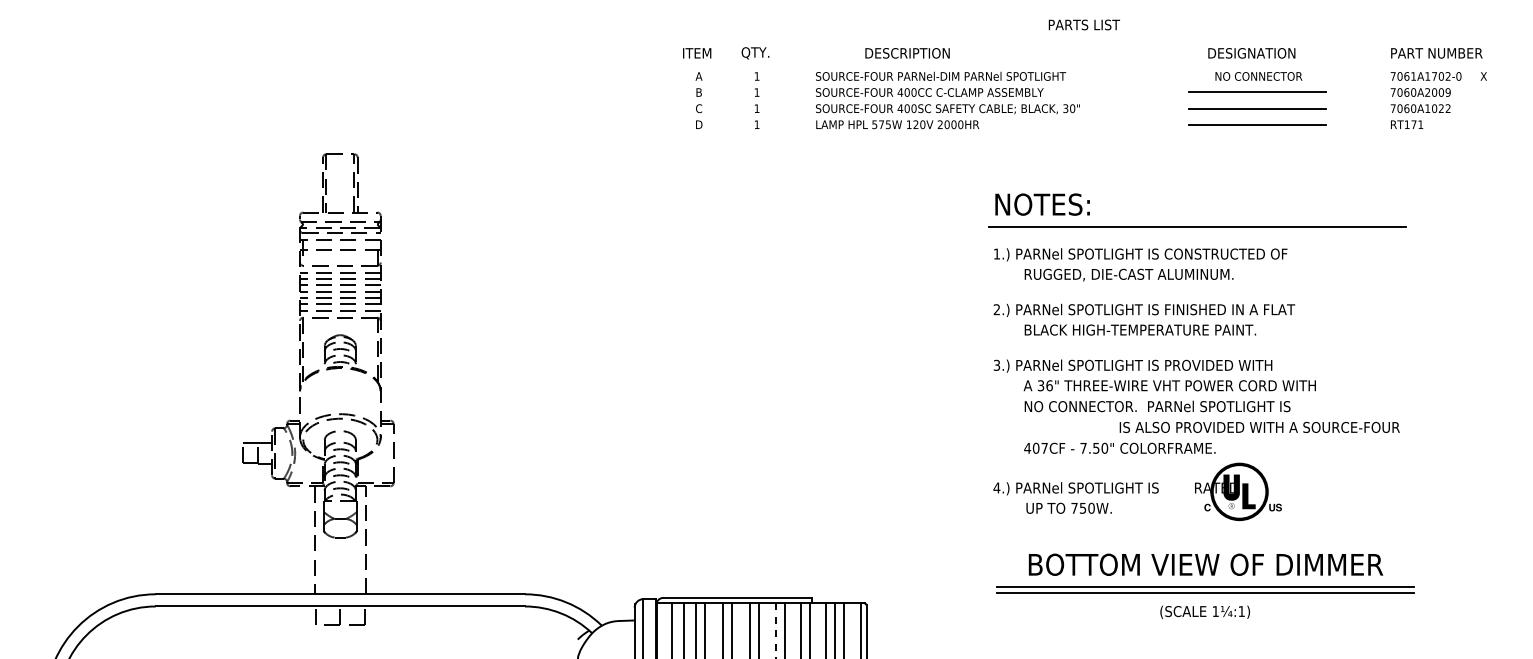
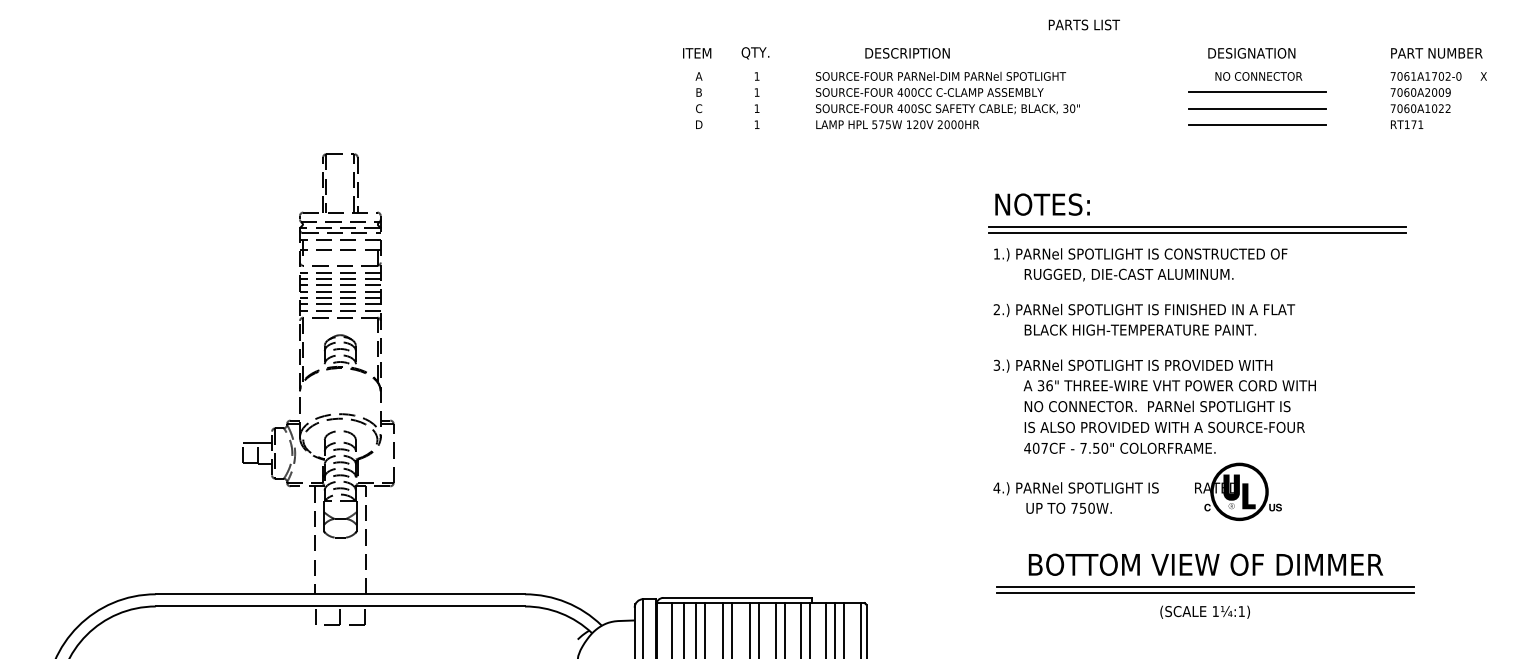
line at (1197, 233): none -> present
text at (1259, 427) position: (1259, 427) -> (1164, 427)
line at (776, 631): dashed -> solid
